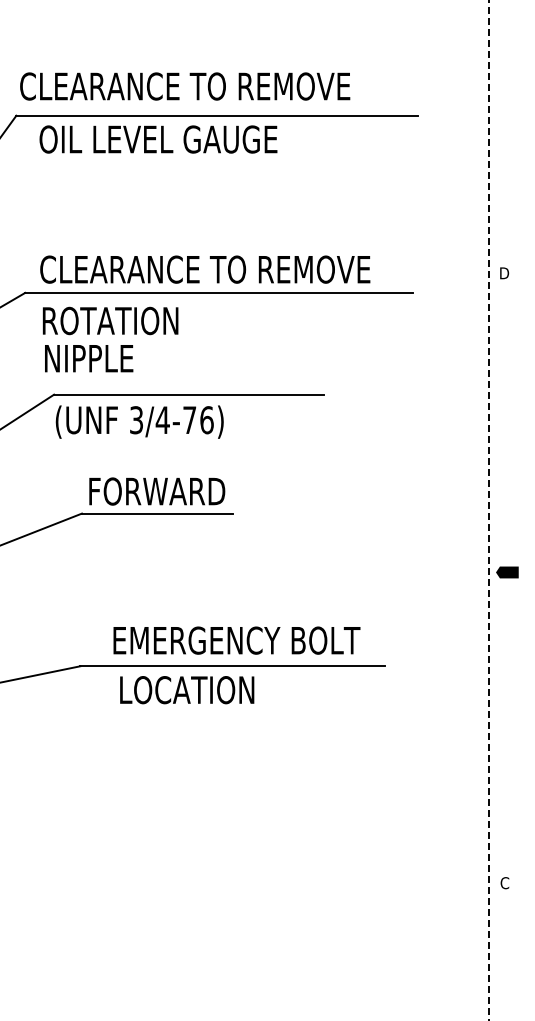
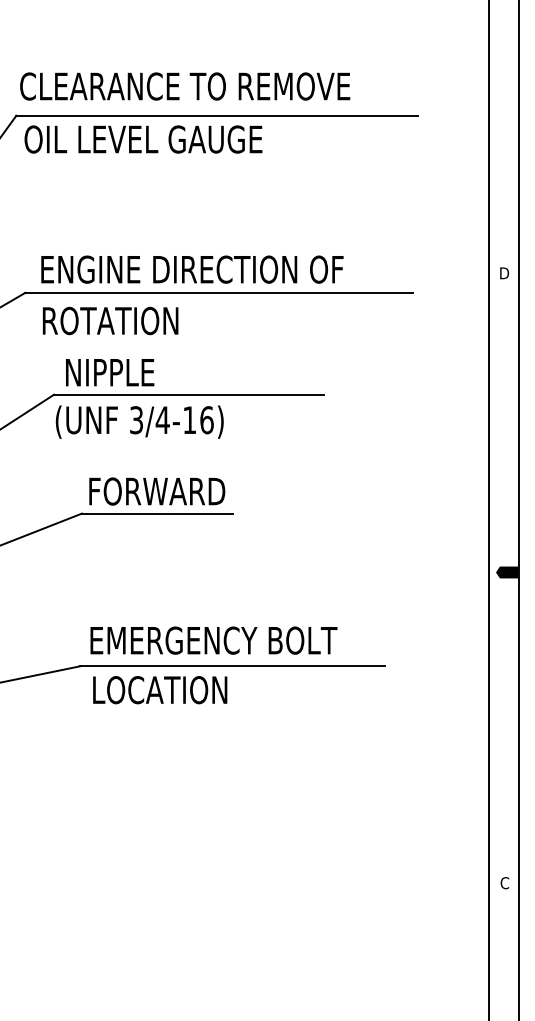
text at (158, 139) position: (158, 139) -> (143, 139)
text at (205, 269): CLEARANCE TO REMOVE -> ENGINE DIRECTION OF
text at (89, 358) position: (89, 358) -> (110, 372)
text at (189, 419): 3/4-76) -> 3/4-16)
line at (518, 509): none -> present
line at (489, 510): dashed -> solid
text at (236, 640) position: (236, 640) -> (213, 640)
text at (187, 690) position: (187, 690) -> (160, 690)
